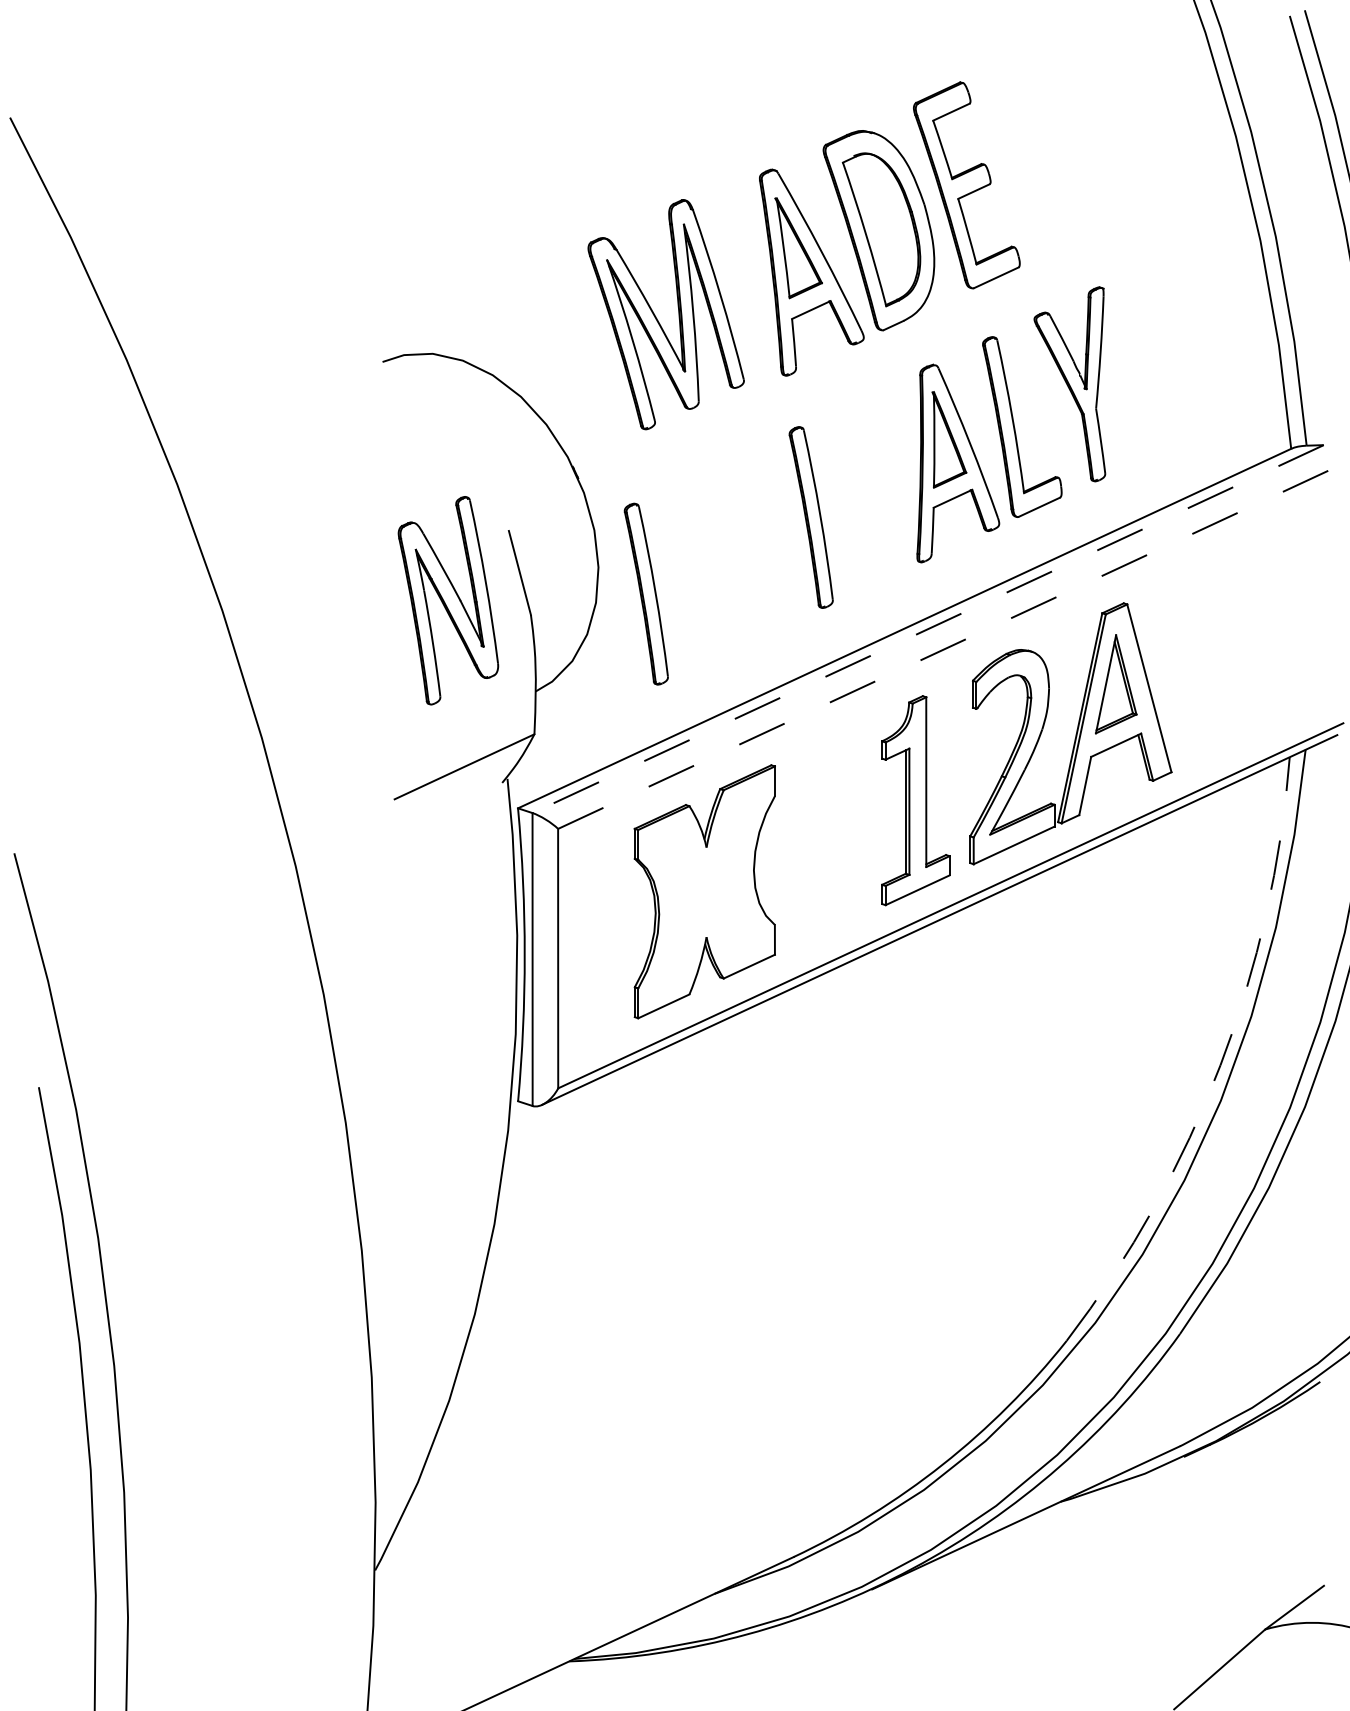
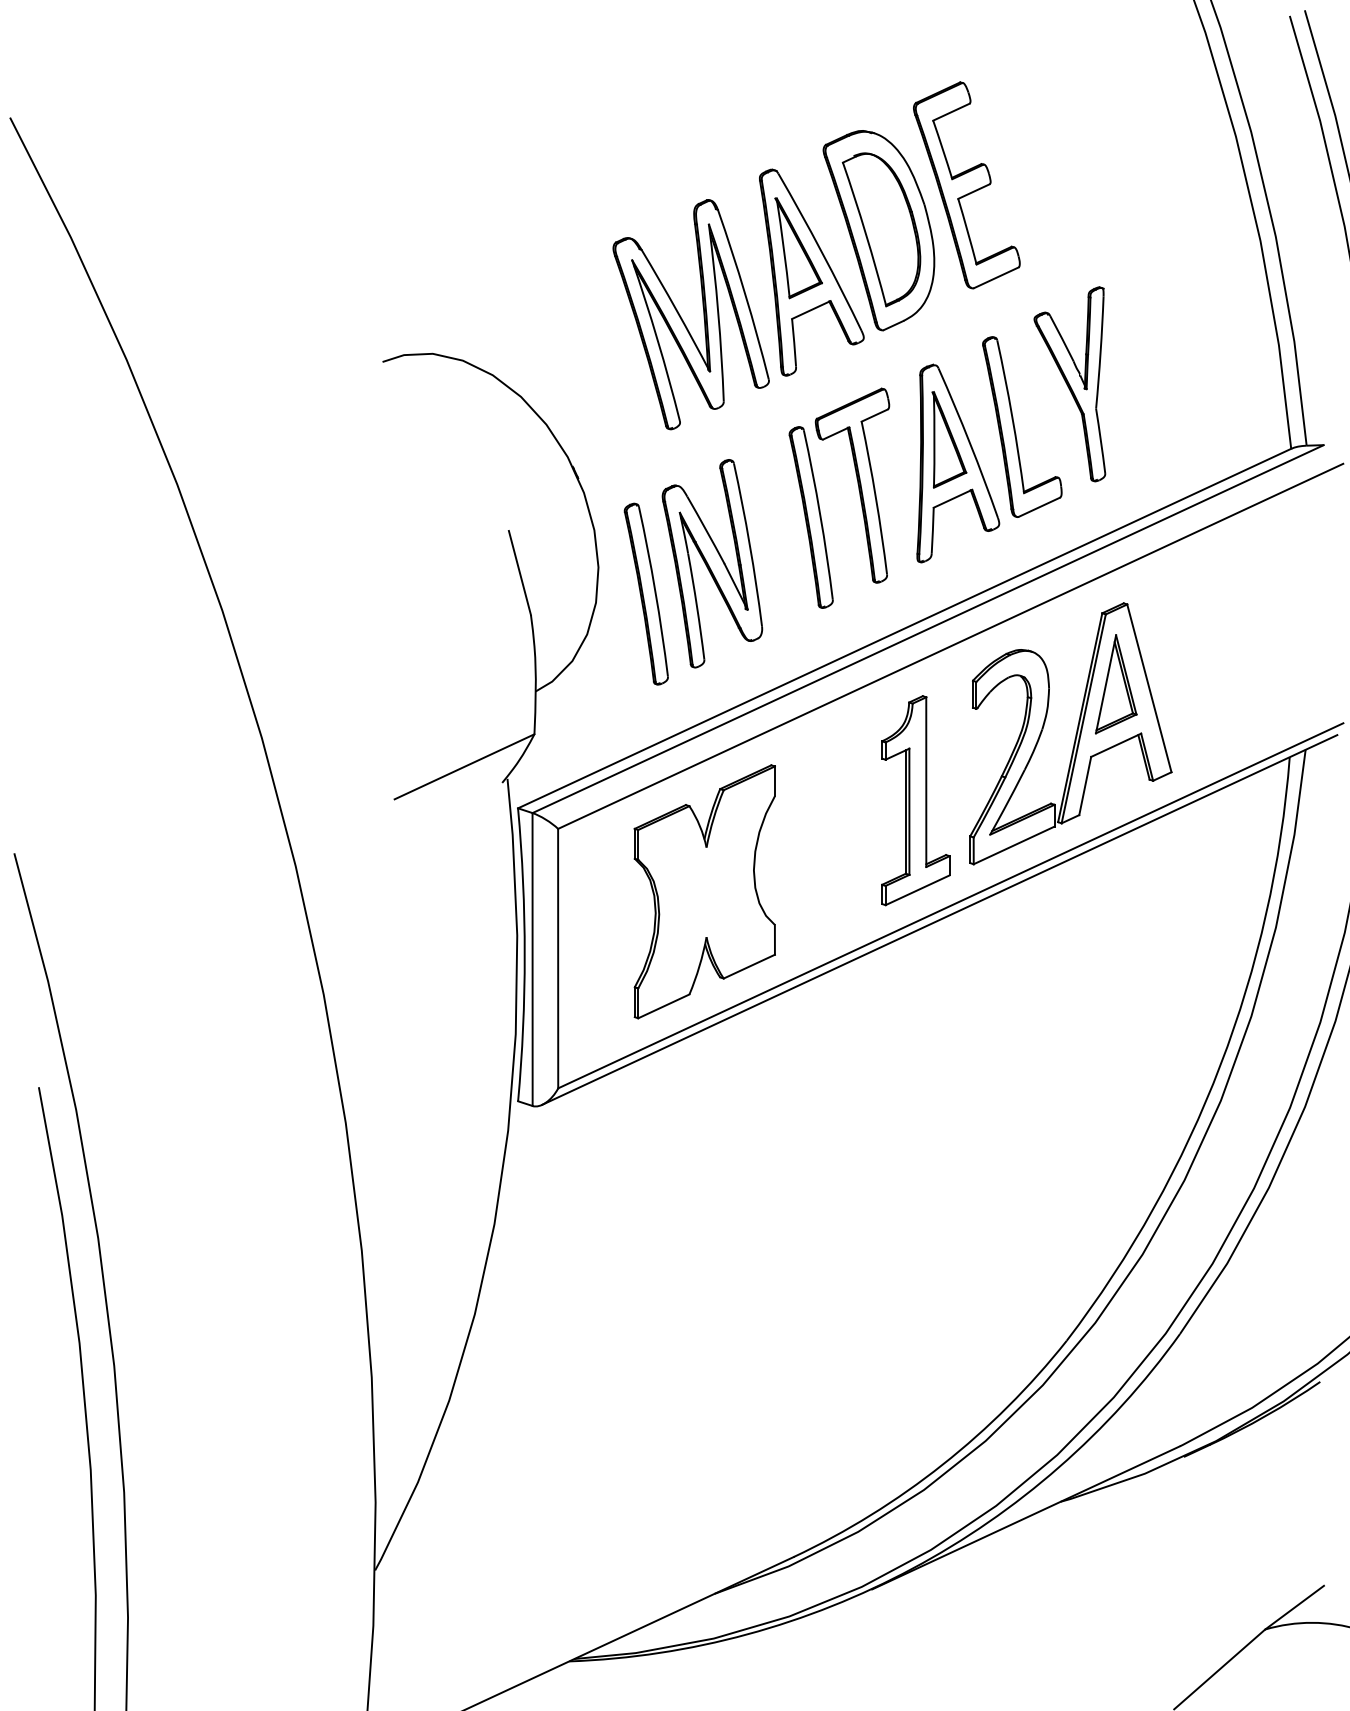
part at (657, 318) position: (657, 318) -> (682, 318)
part at (852, 485): none -> present
part at (448, 600) position: (448, 600) -> (712, 563)
line at (927, 629): dashed -> solid
line at (950, 646): dashed -> solid
arc at (1220, 1065): dashed -> solid
